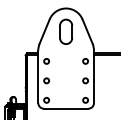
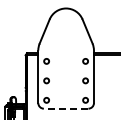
part at (66, 31): present -> none
line at (65, 108): solid -> dashed
